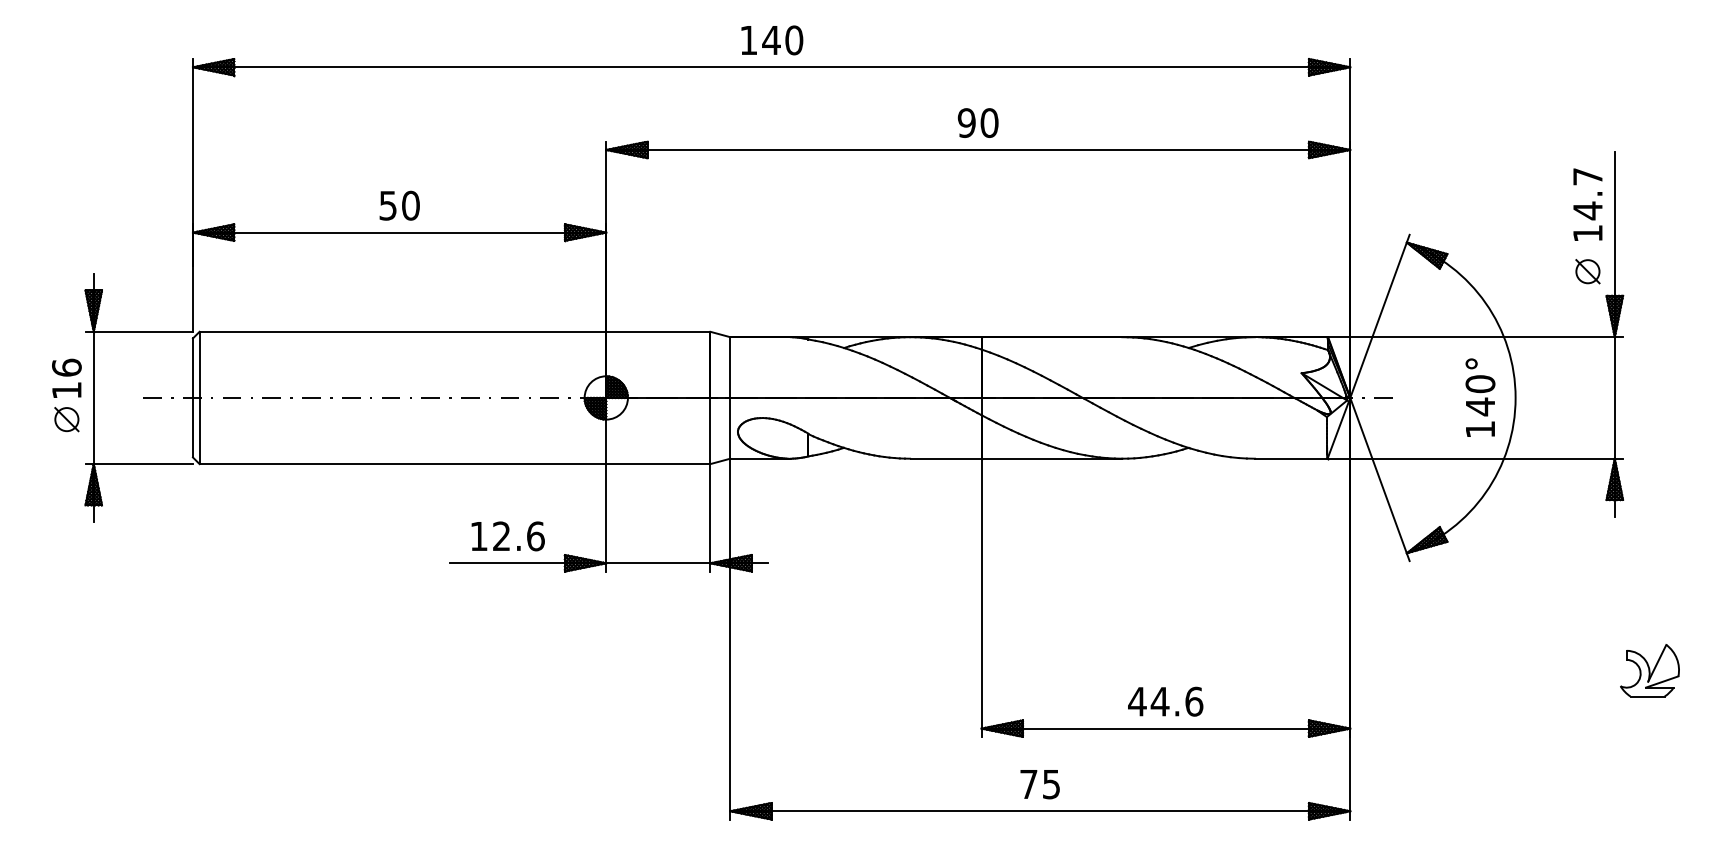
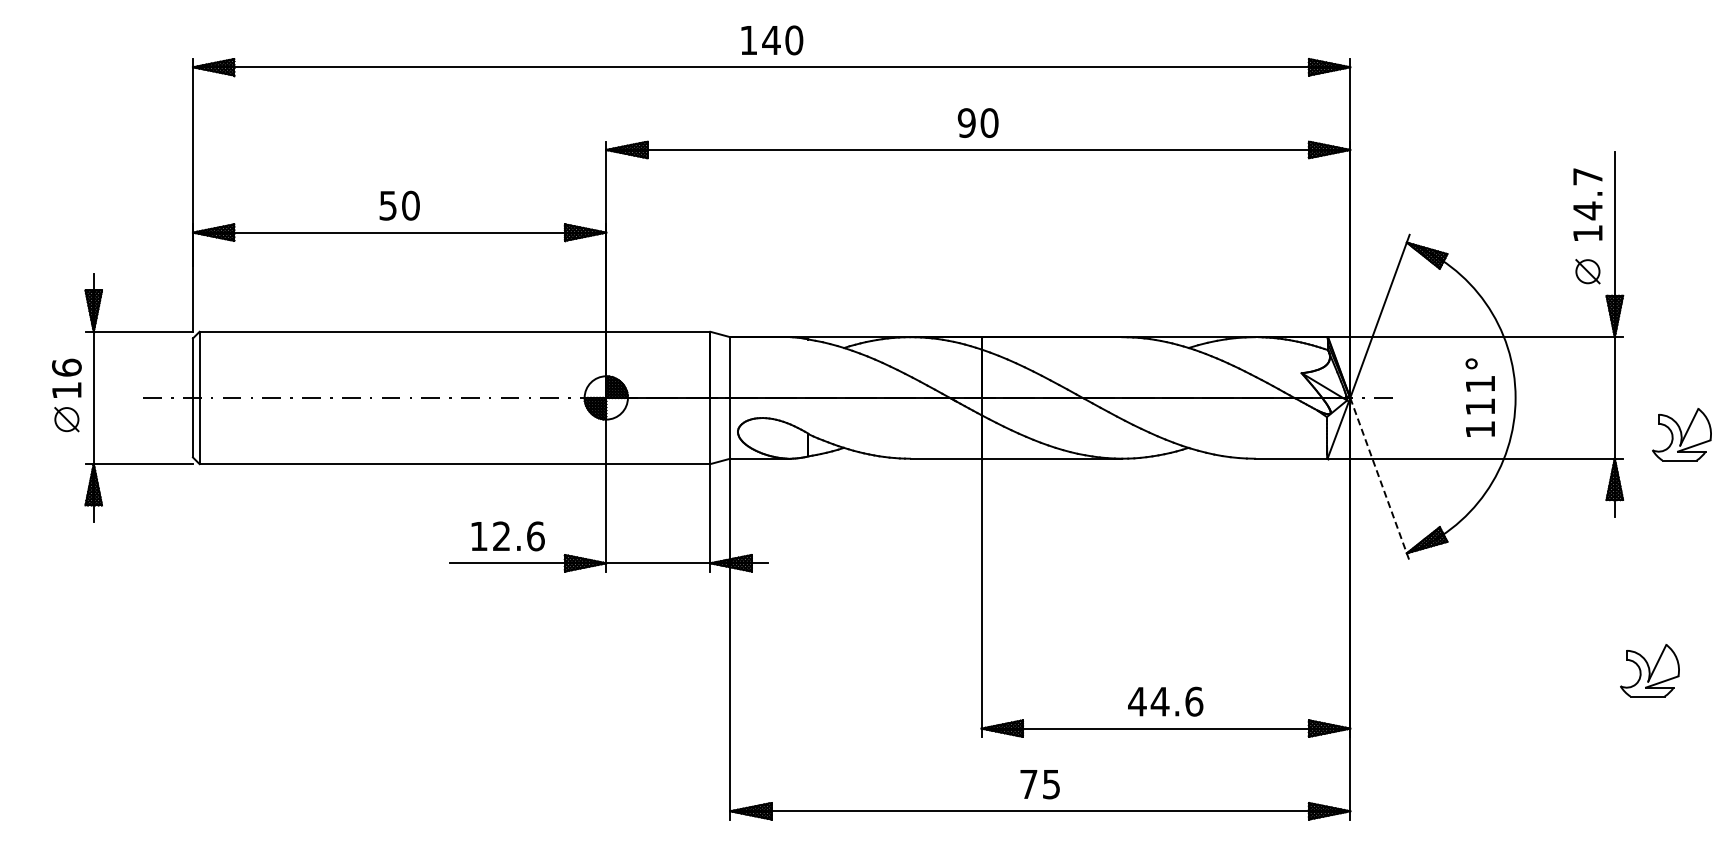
text at (1480, 395): 140° -> 111°
part at (1681, 434): none -> present
line at (1379, 479): solid -> dashed
